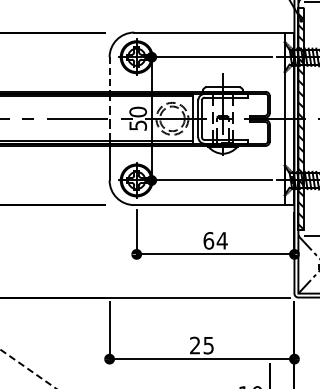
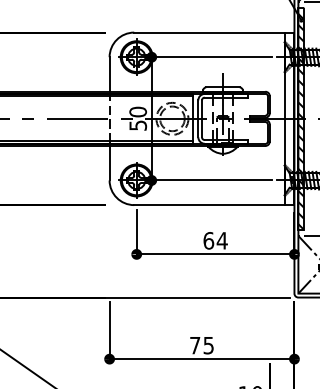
line at (109, 74): dashed -> solid
text at (195, 345): 25 -> 75
line at (28, 369): dashed -> solid
